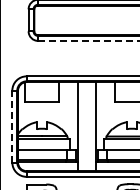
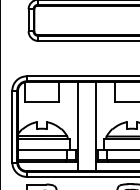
line at (89, 40): dashed -> solid
line at (12, 126): dashed -> solid
